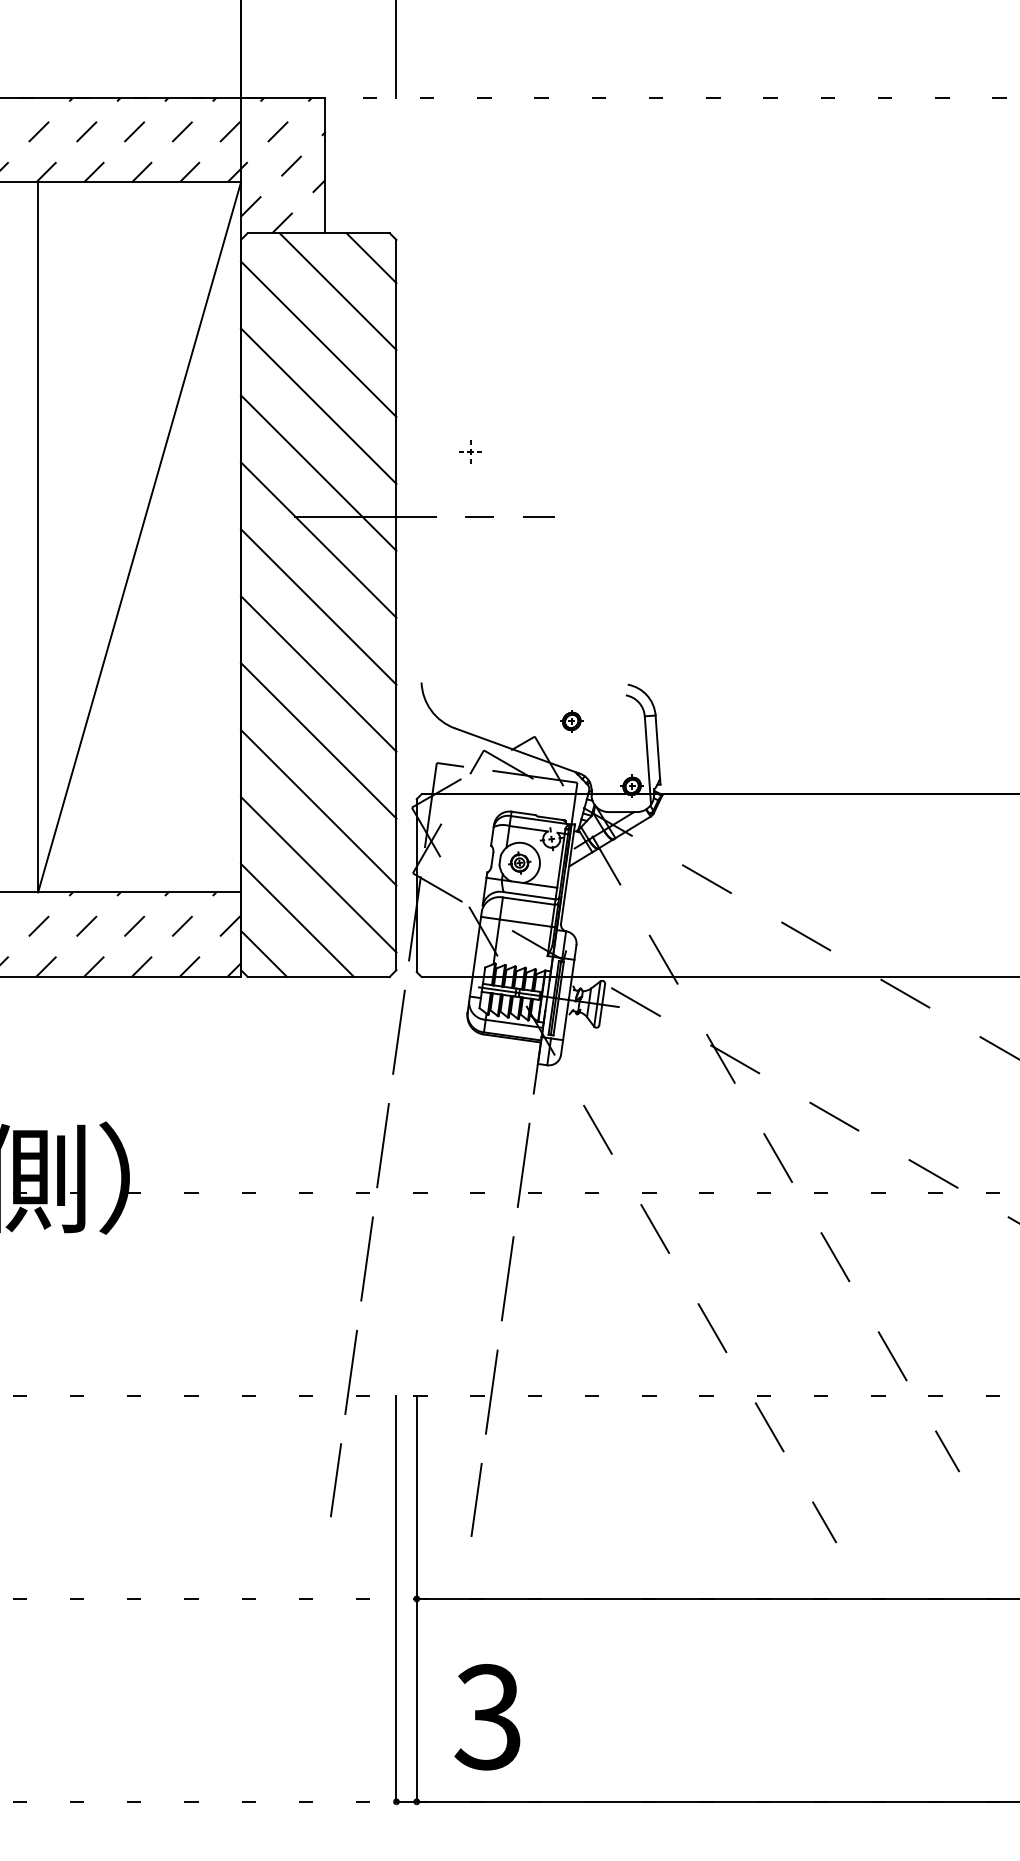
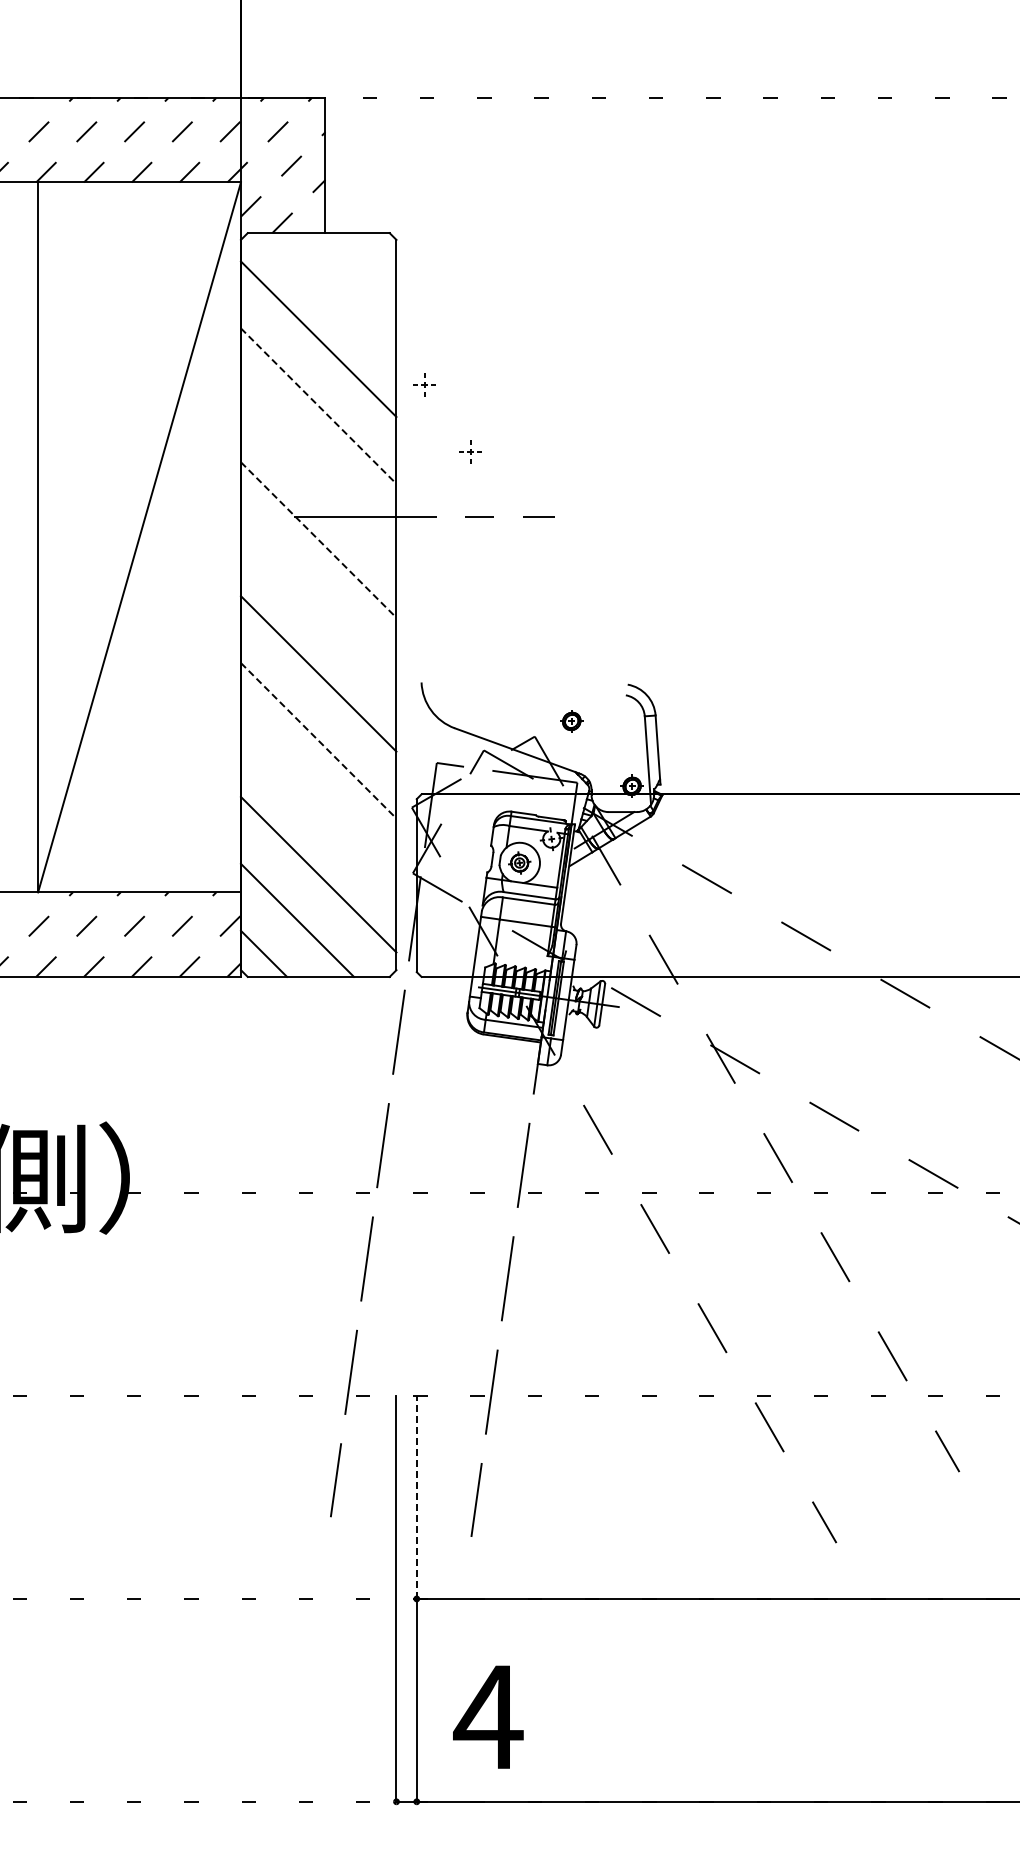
line at (396, 49): present -> none
line at (371, 258): present -> none
line at (337, 291): present -> none
part at (424, 384): none -> present
line at (318, 406): solid -> dashed
line at (318, 472): present -> none
line at (318, 540): solid -> dashed
line at (318, 606): present -> none
line at (318, 740): solid -> dashed
line at (318, 807): present -> none
line at (416, 1497): solid -> dashed
text at (488, 1717): 3 -> 4
